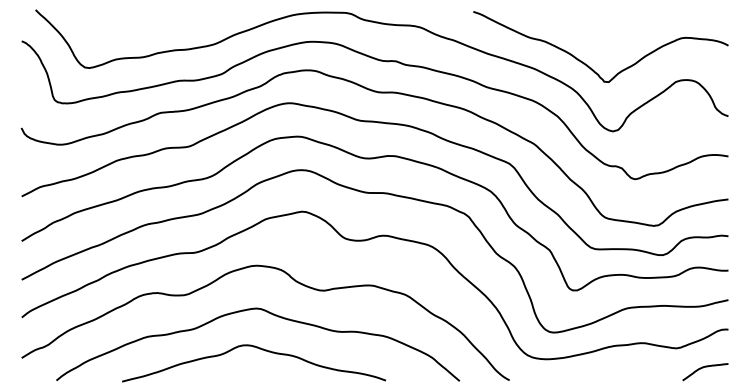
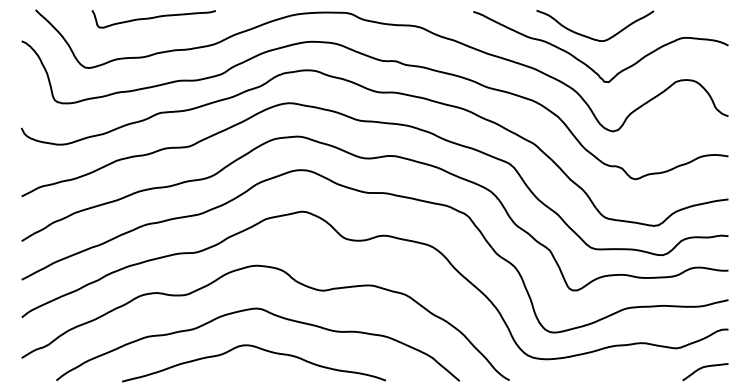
curve at (153, 18): none -> present
curve at (589, 36): none -> present
